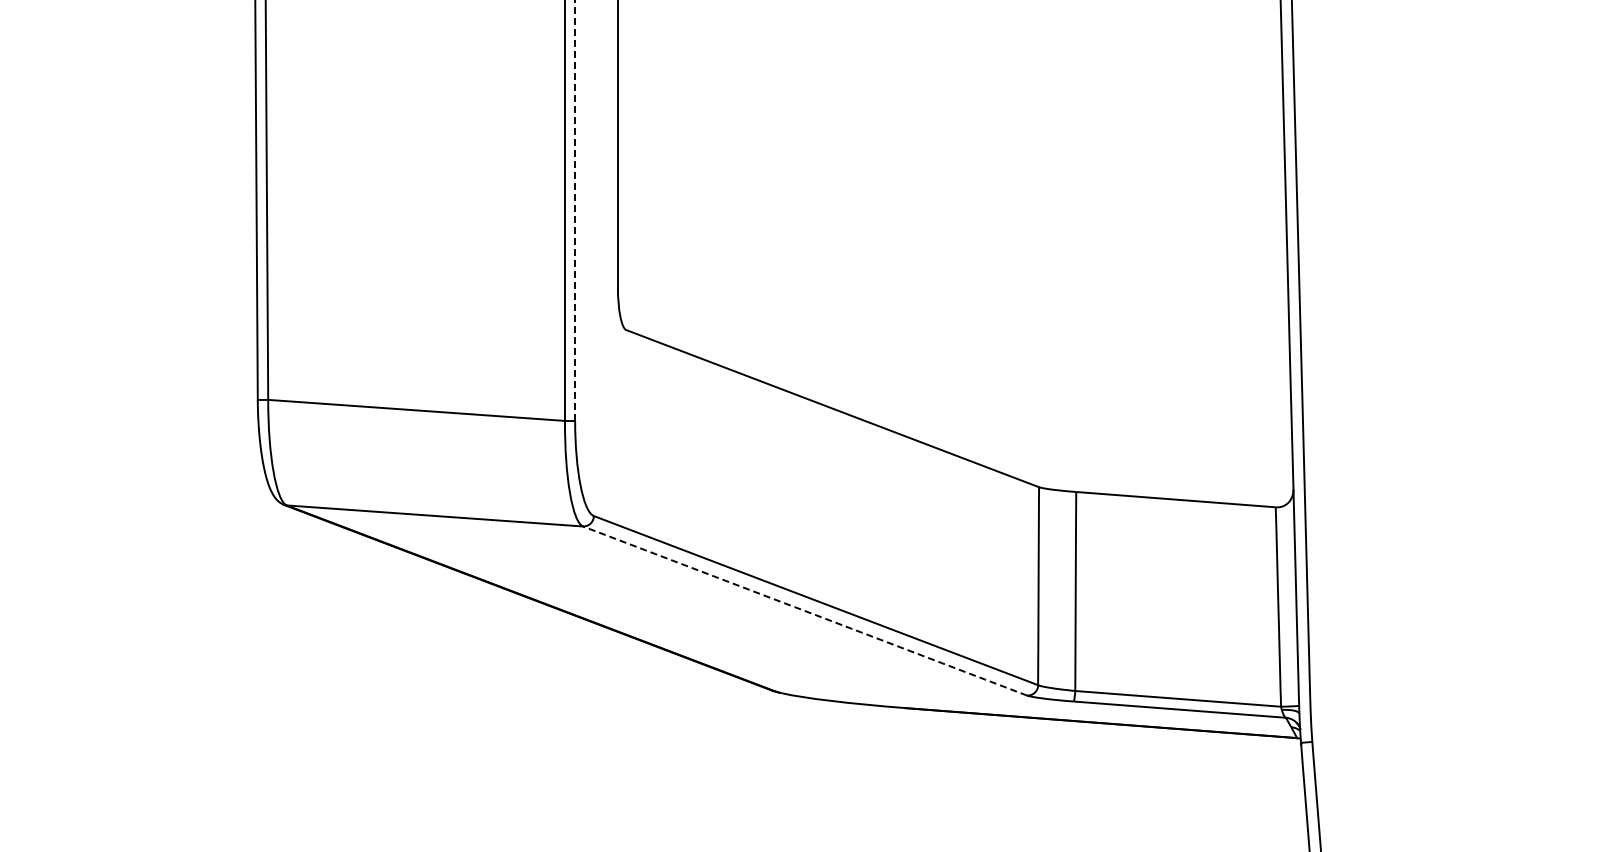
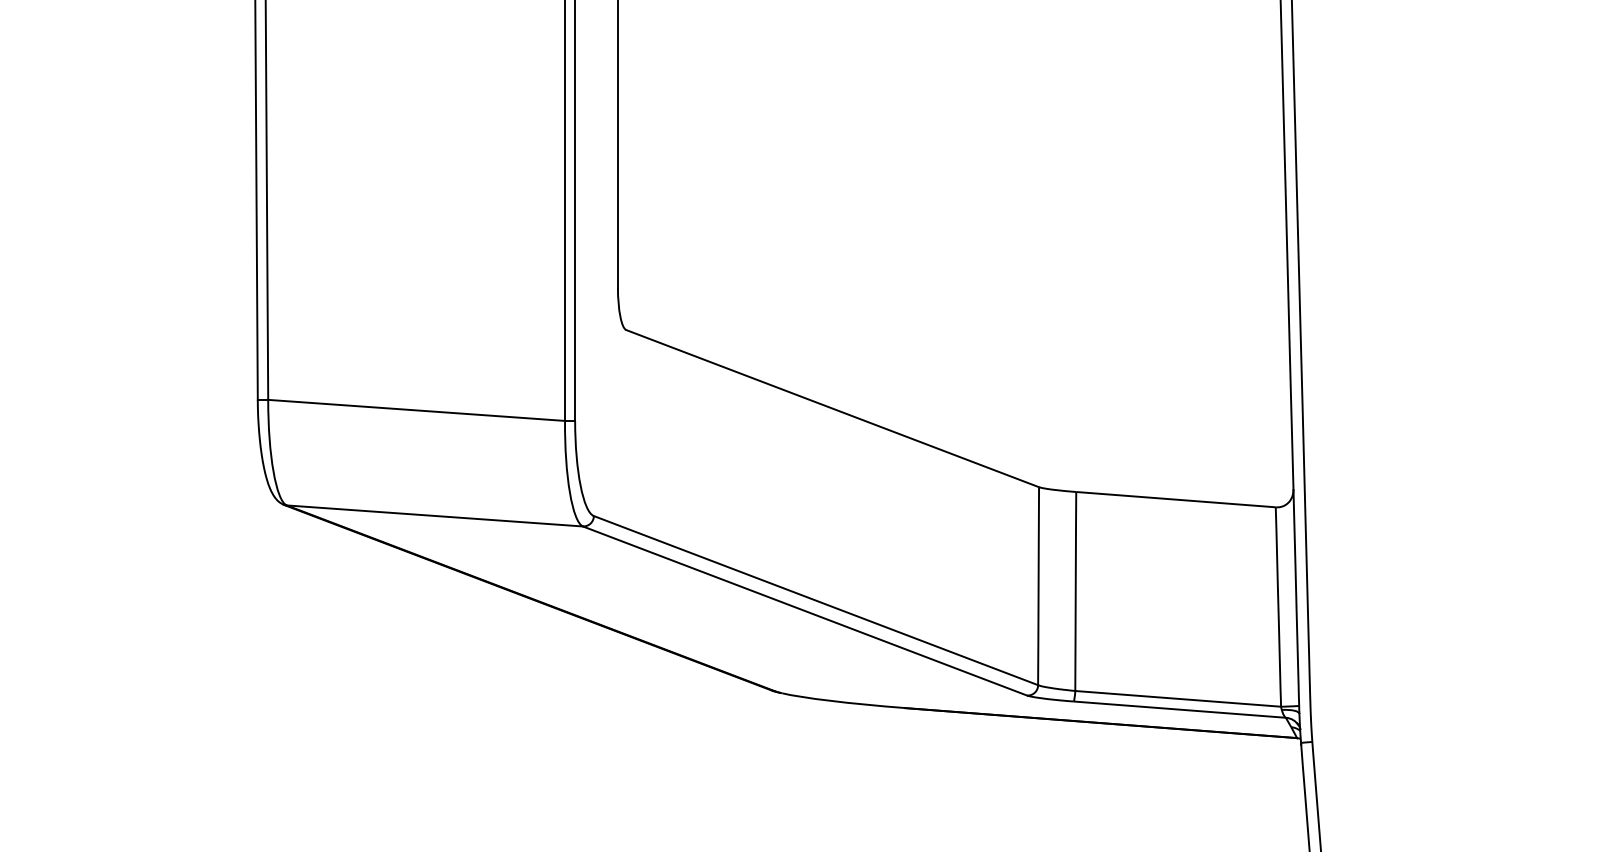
line at (575, 210): dashed -> solid
line at (805, 611): dashed -> solid
